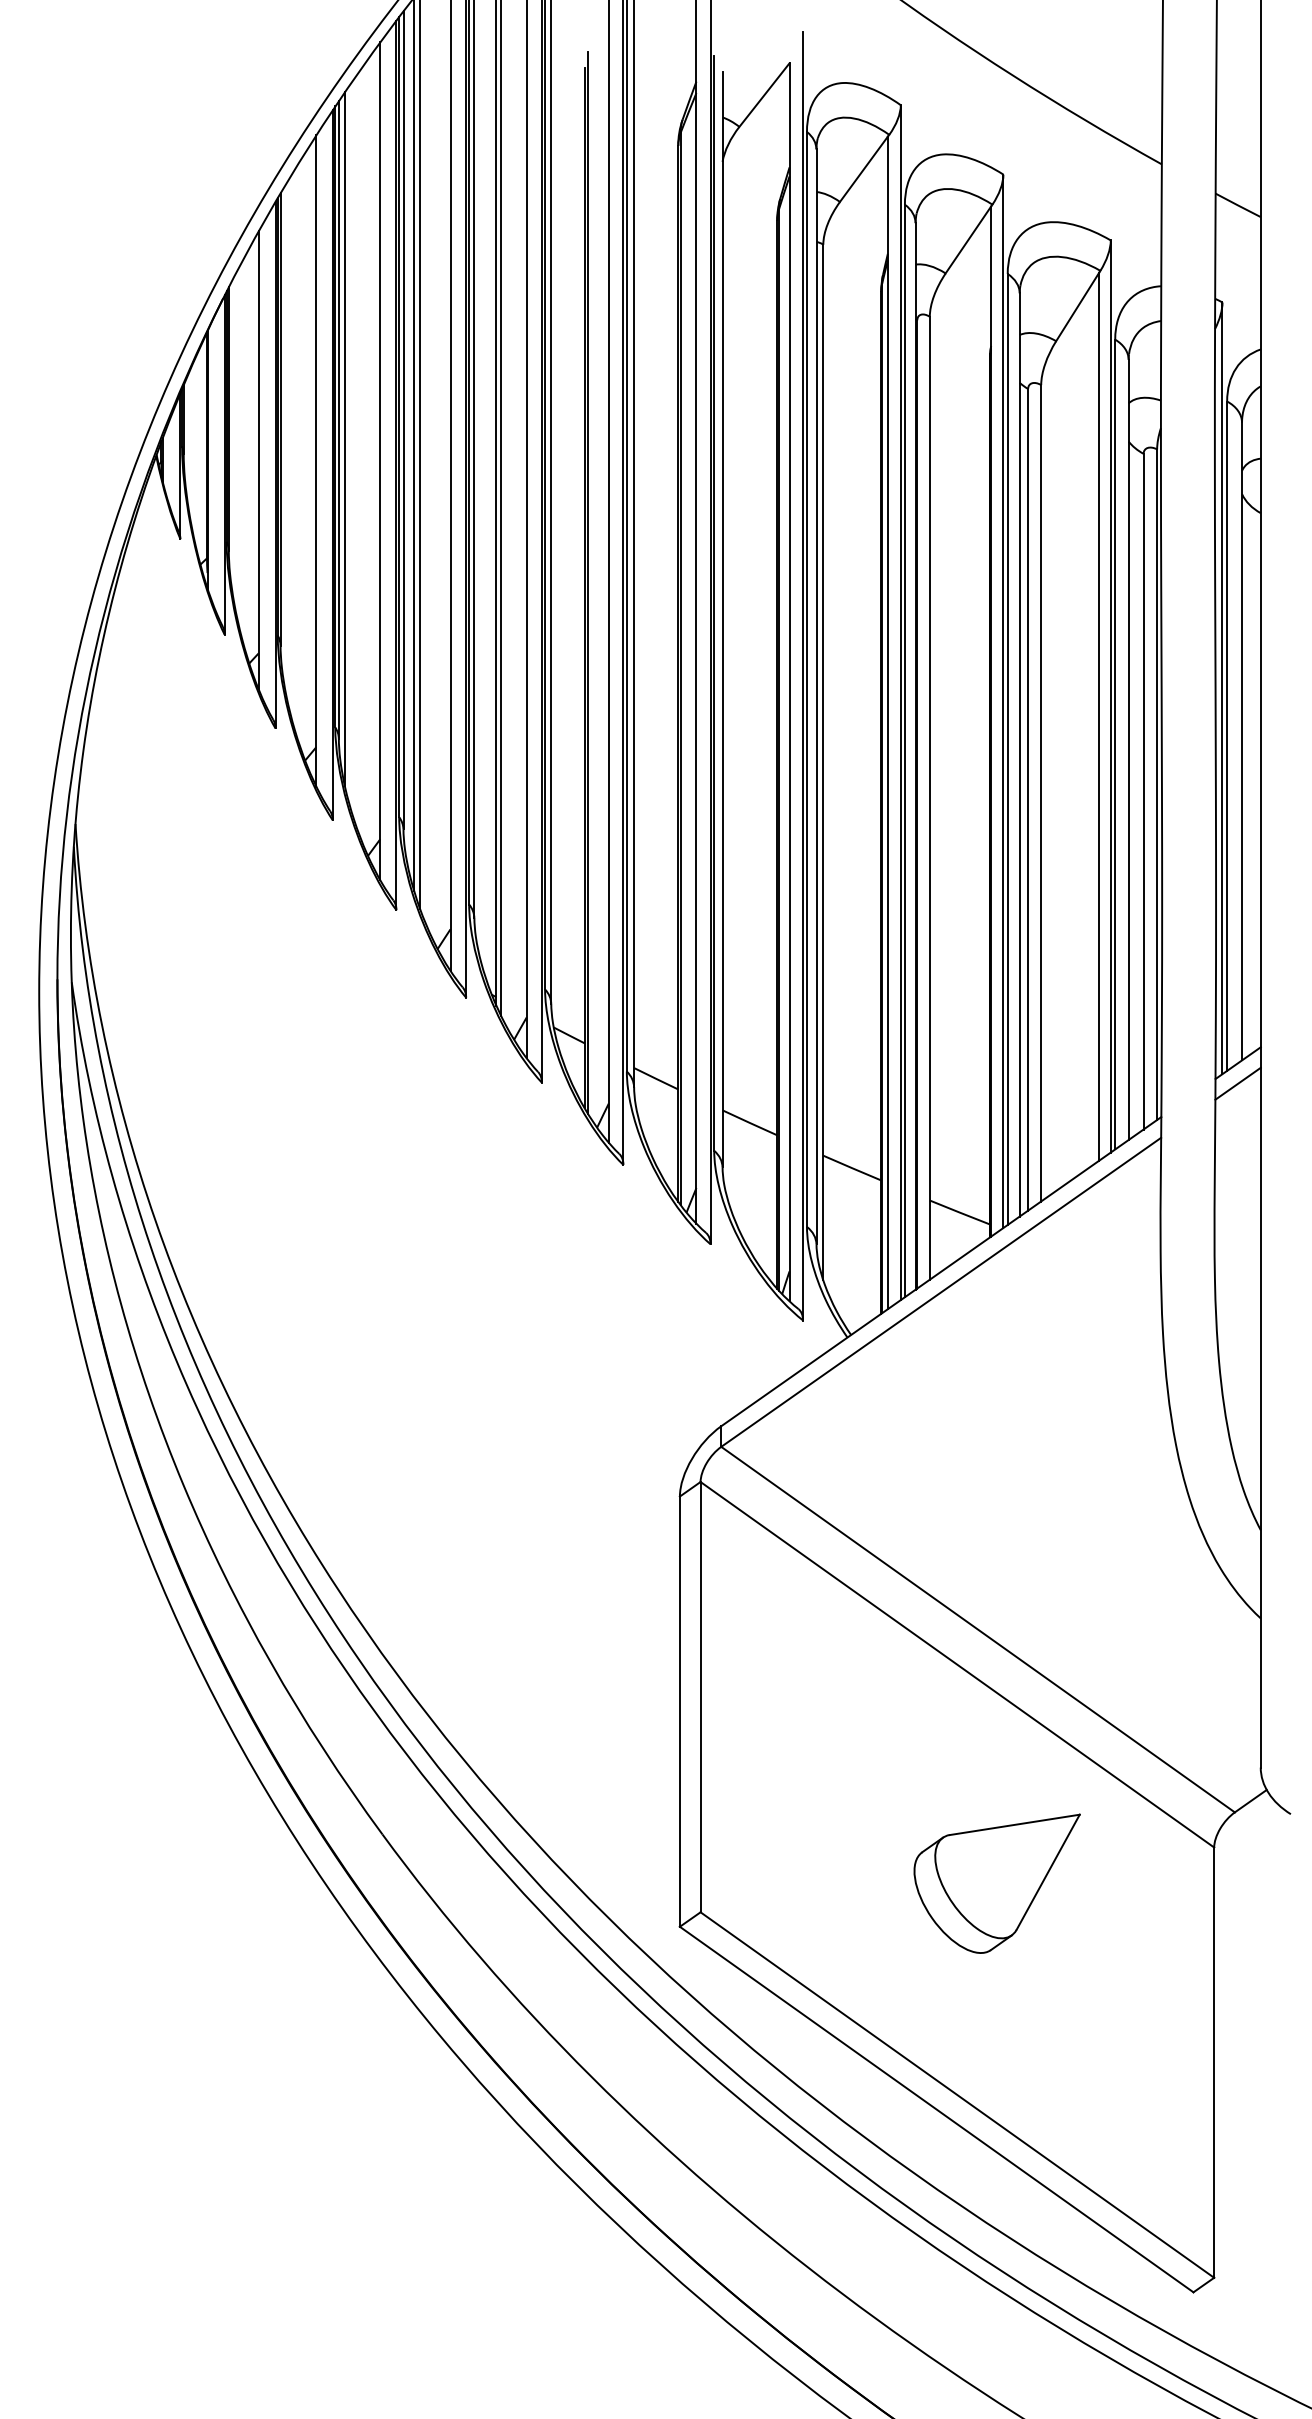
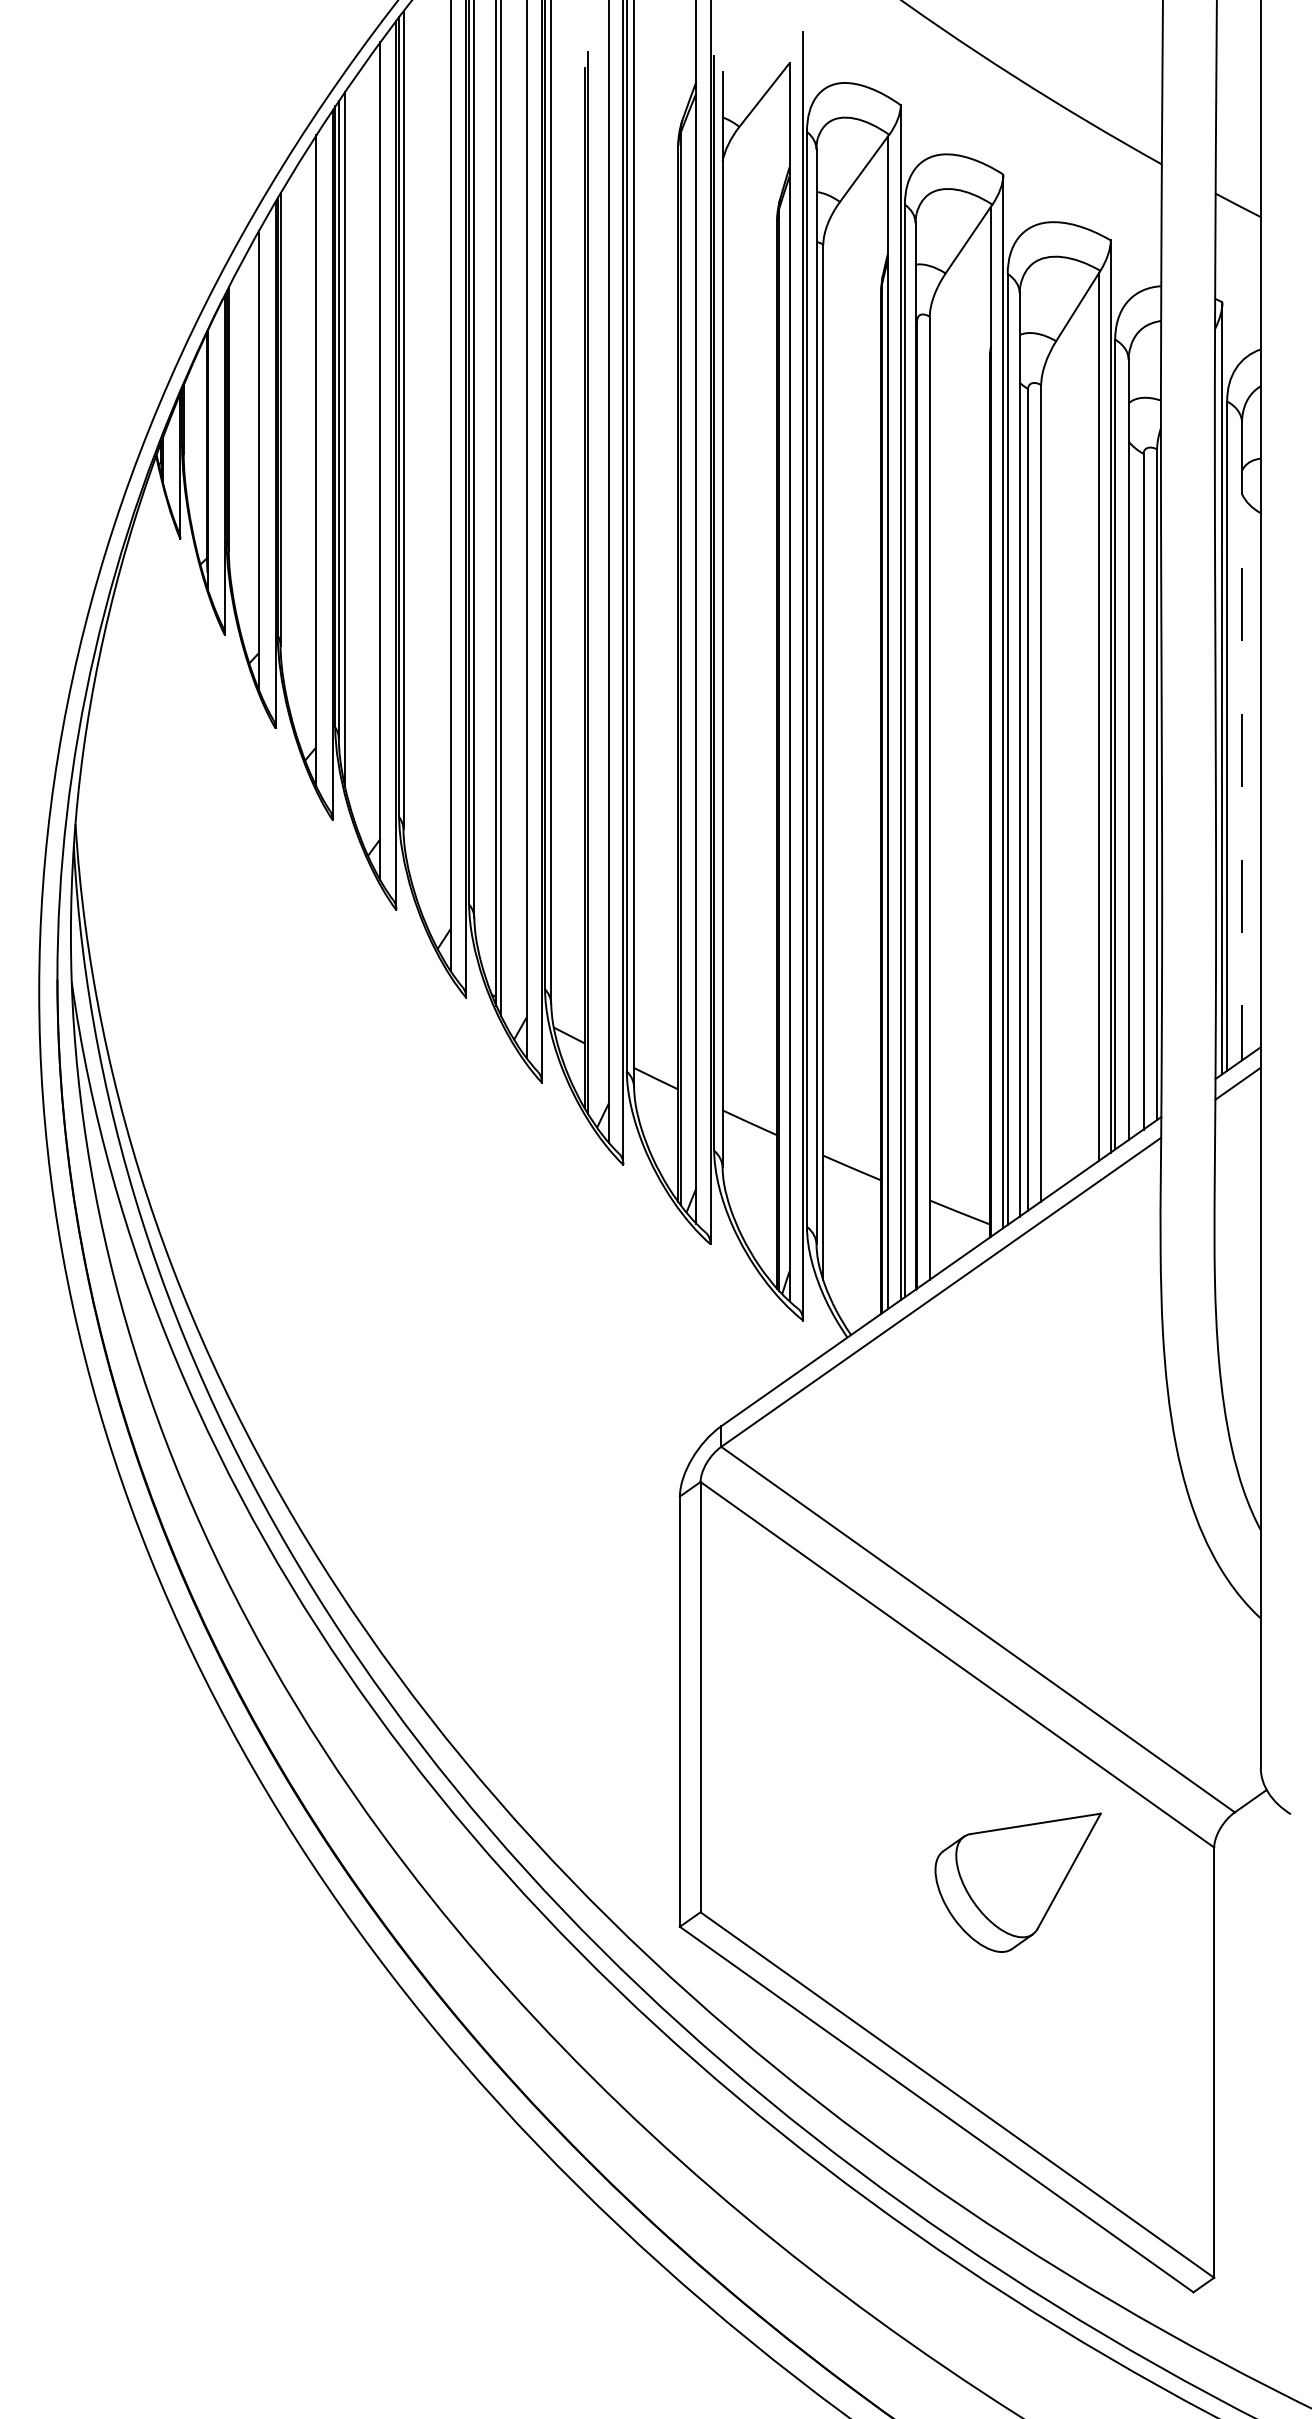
line at (414, 446): present -> none
line at (419, 455): present -> none
line at (1242, 741): solid -> dashed
part at (996, 1883) position: (996, 1883) -> (1017, 1882)
